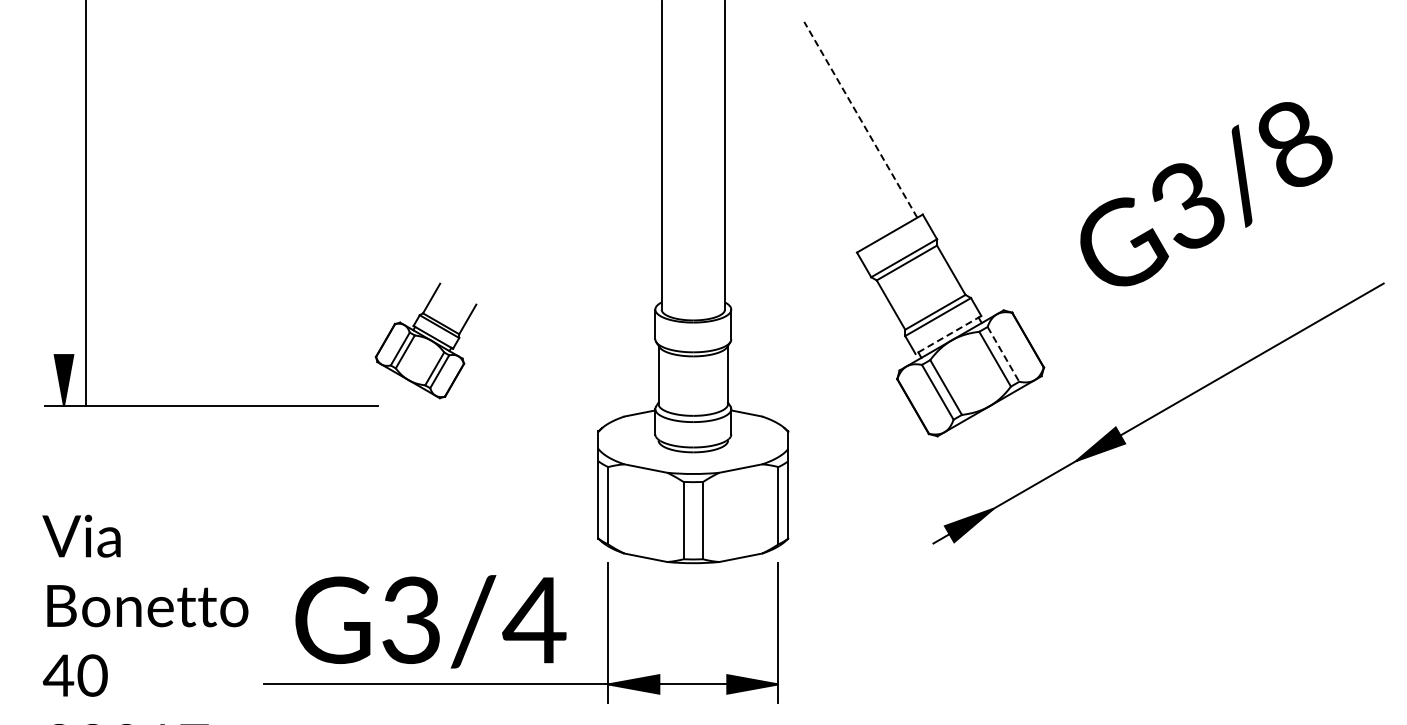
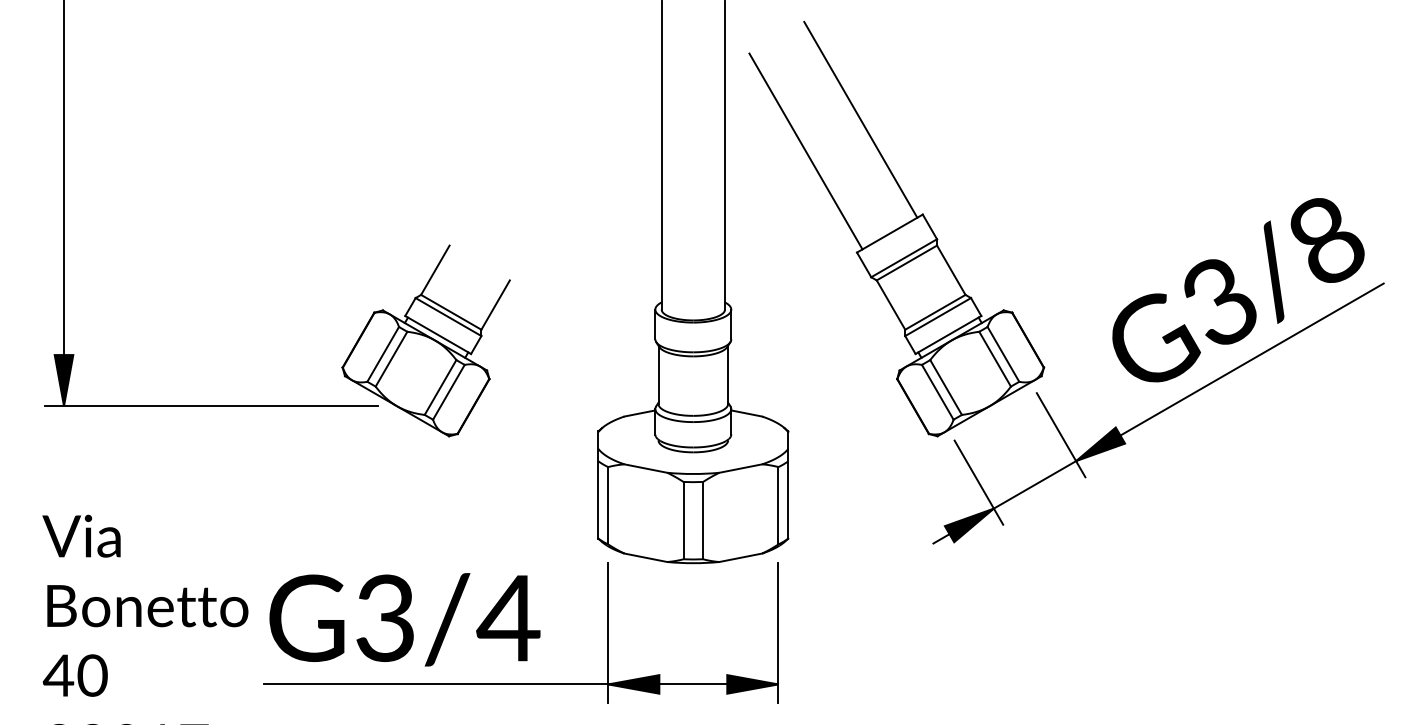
line at (860, 119): dashed -> solid
line at (805, 151): none -> present
text at (1206, 194) position: (1206, 194) -> (1238, 290)
line at (86, 204) position: (86, 204) -> (64, 204)
line at (948, 334): dashed -> solid
part at (425, 340) size: 104x118 px -> 170x194 px
line at (1003, 354): dashed -> solid
line at (1060, 435): none -> present
line at (978, 482): none -> present
text at (430, 621) position: (430, 621) -> (404, 619)
